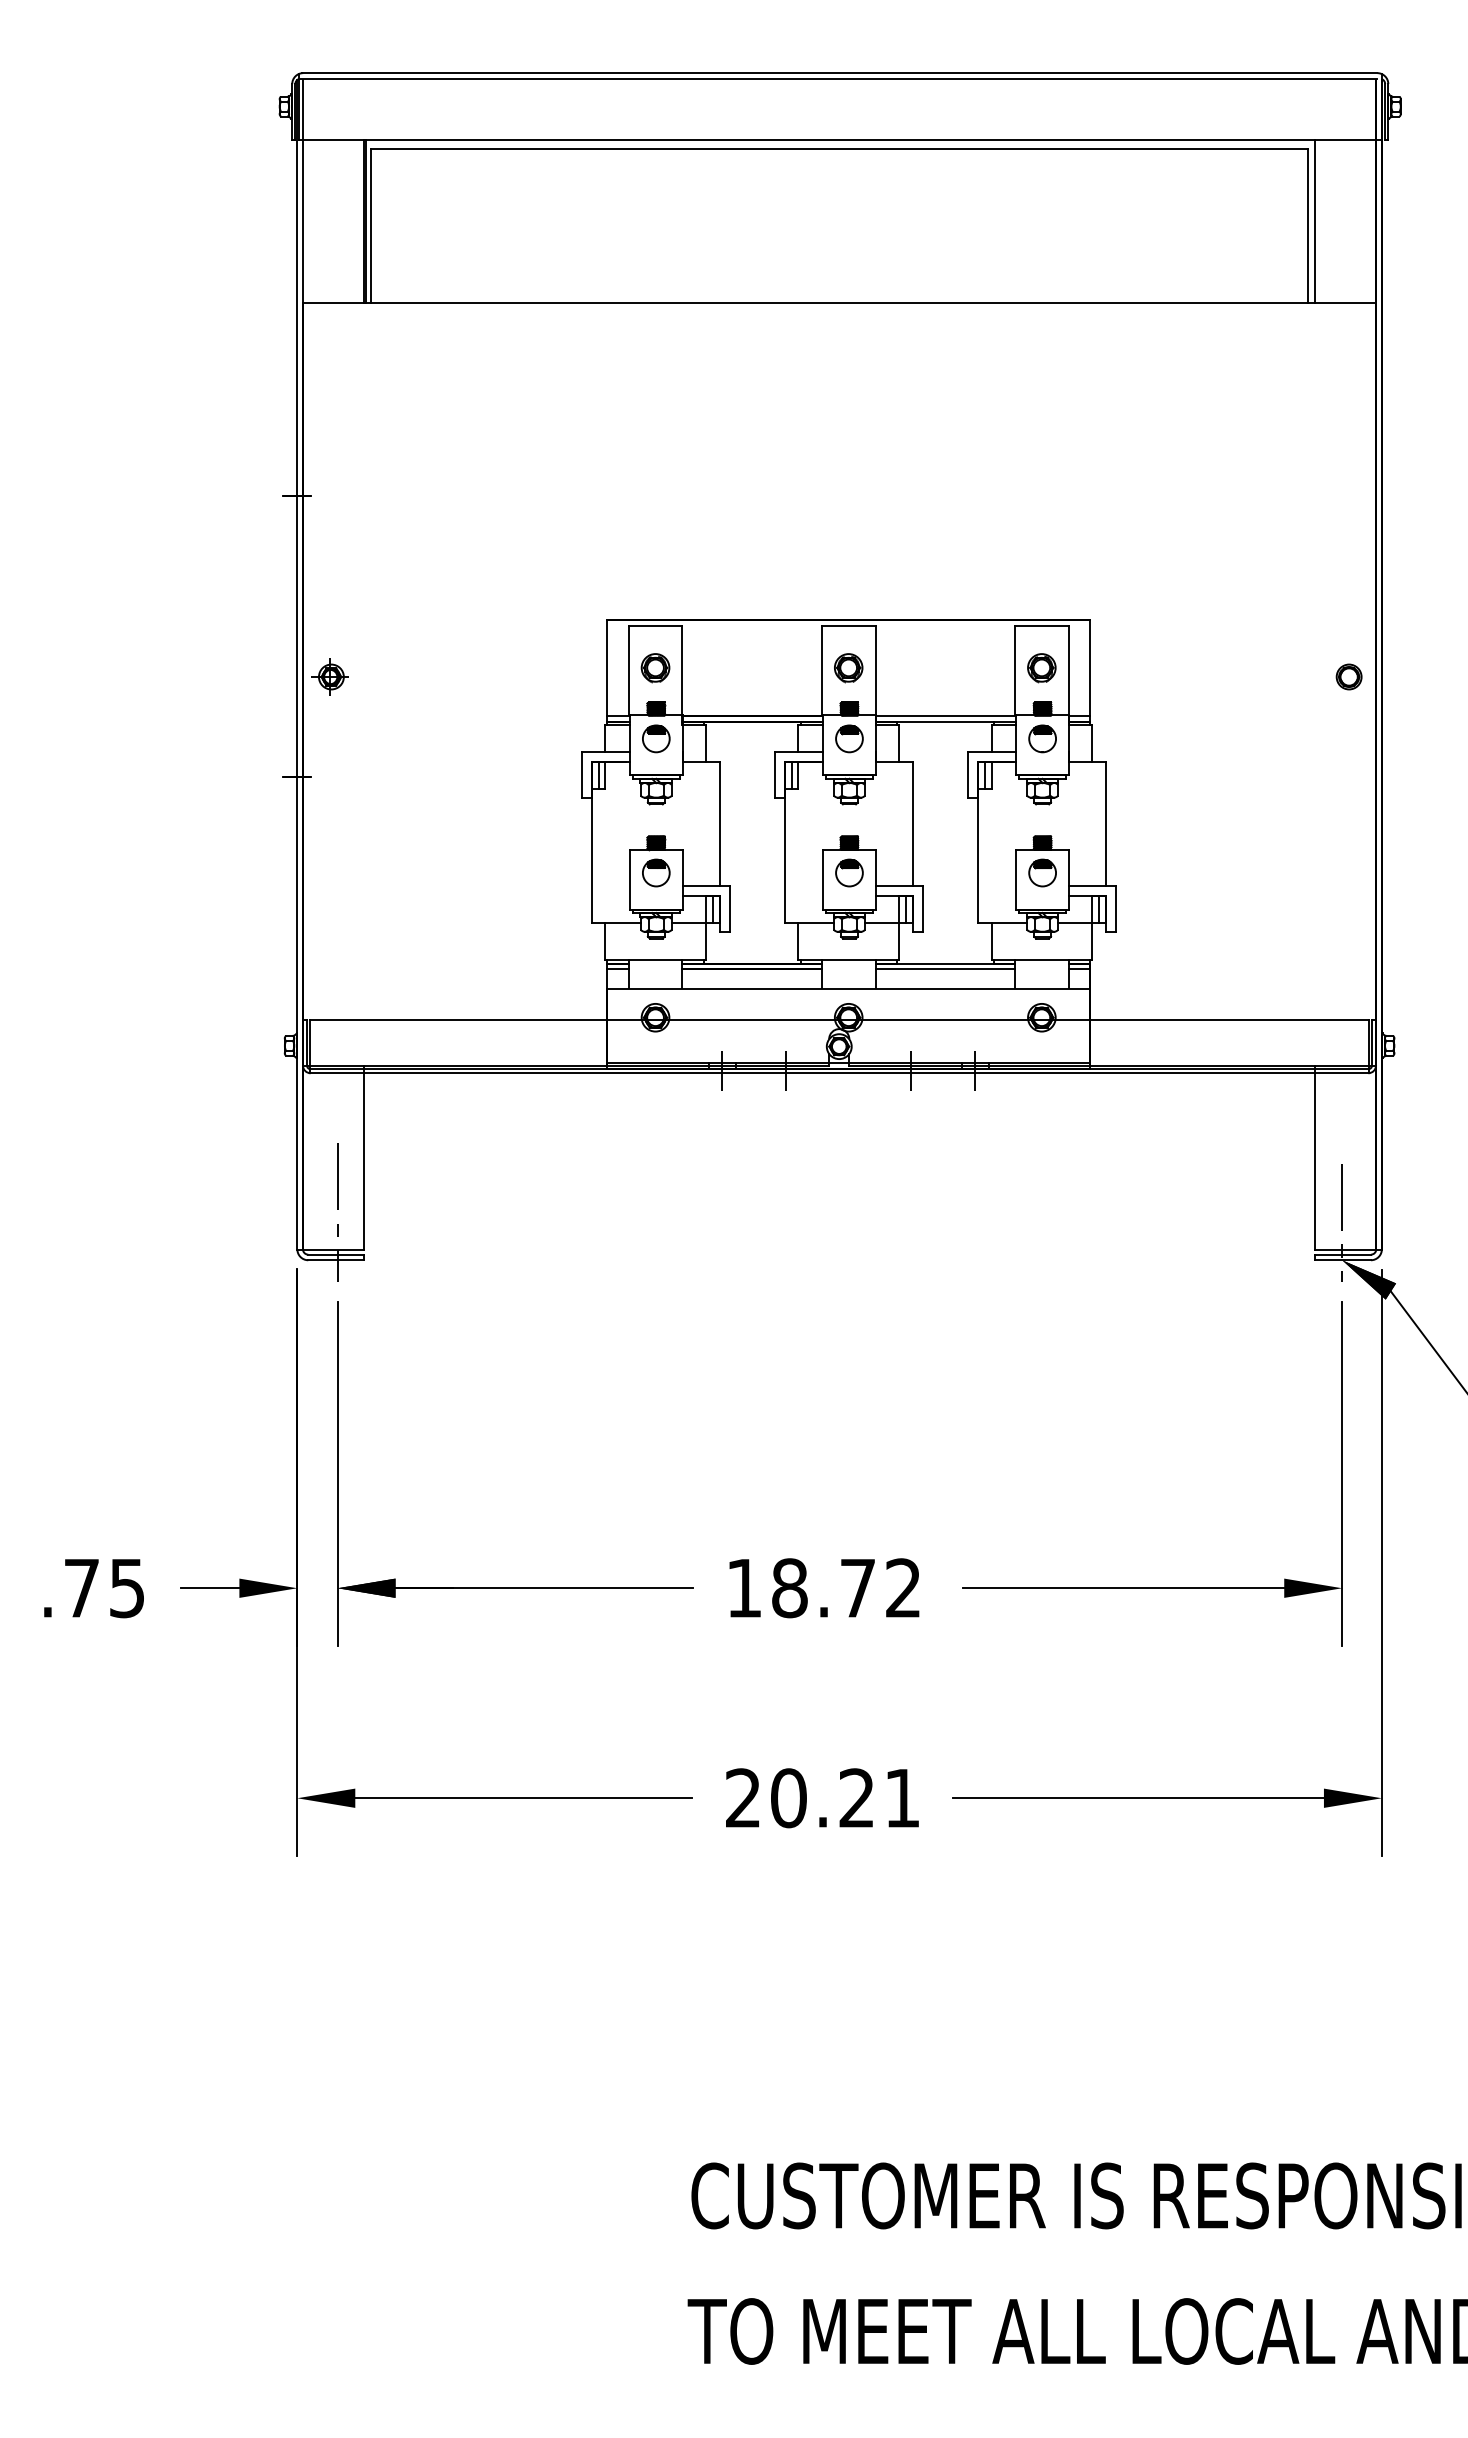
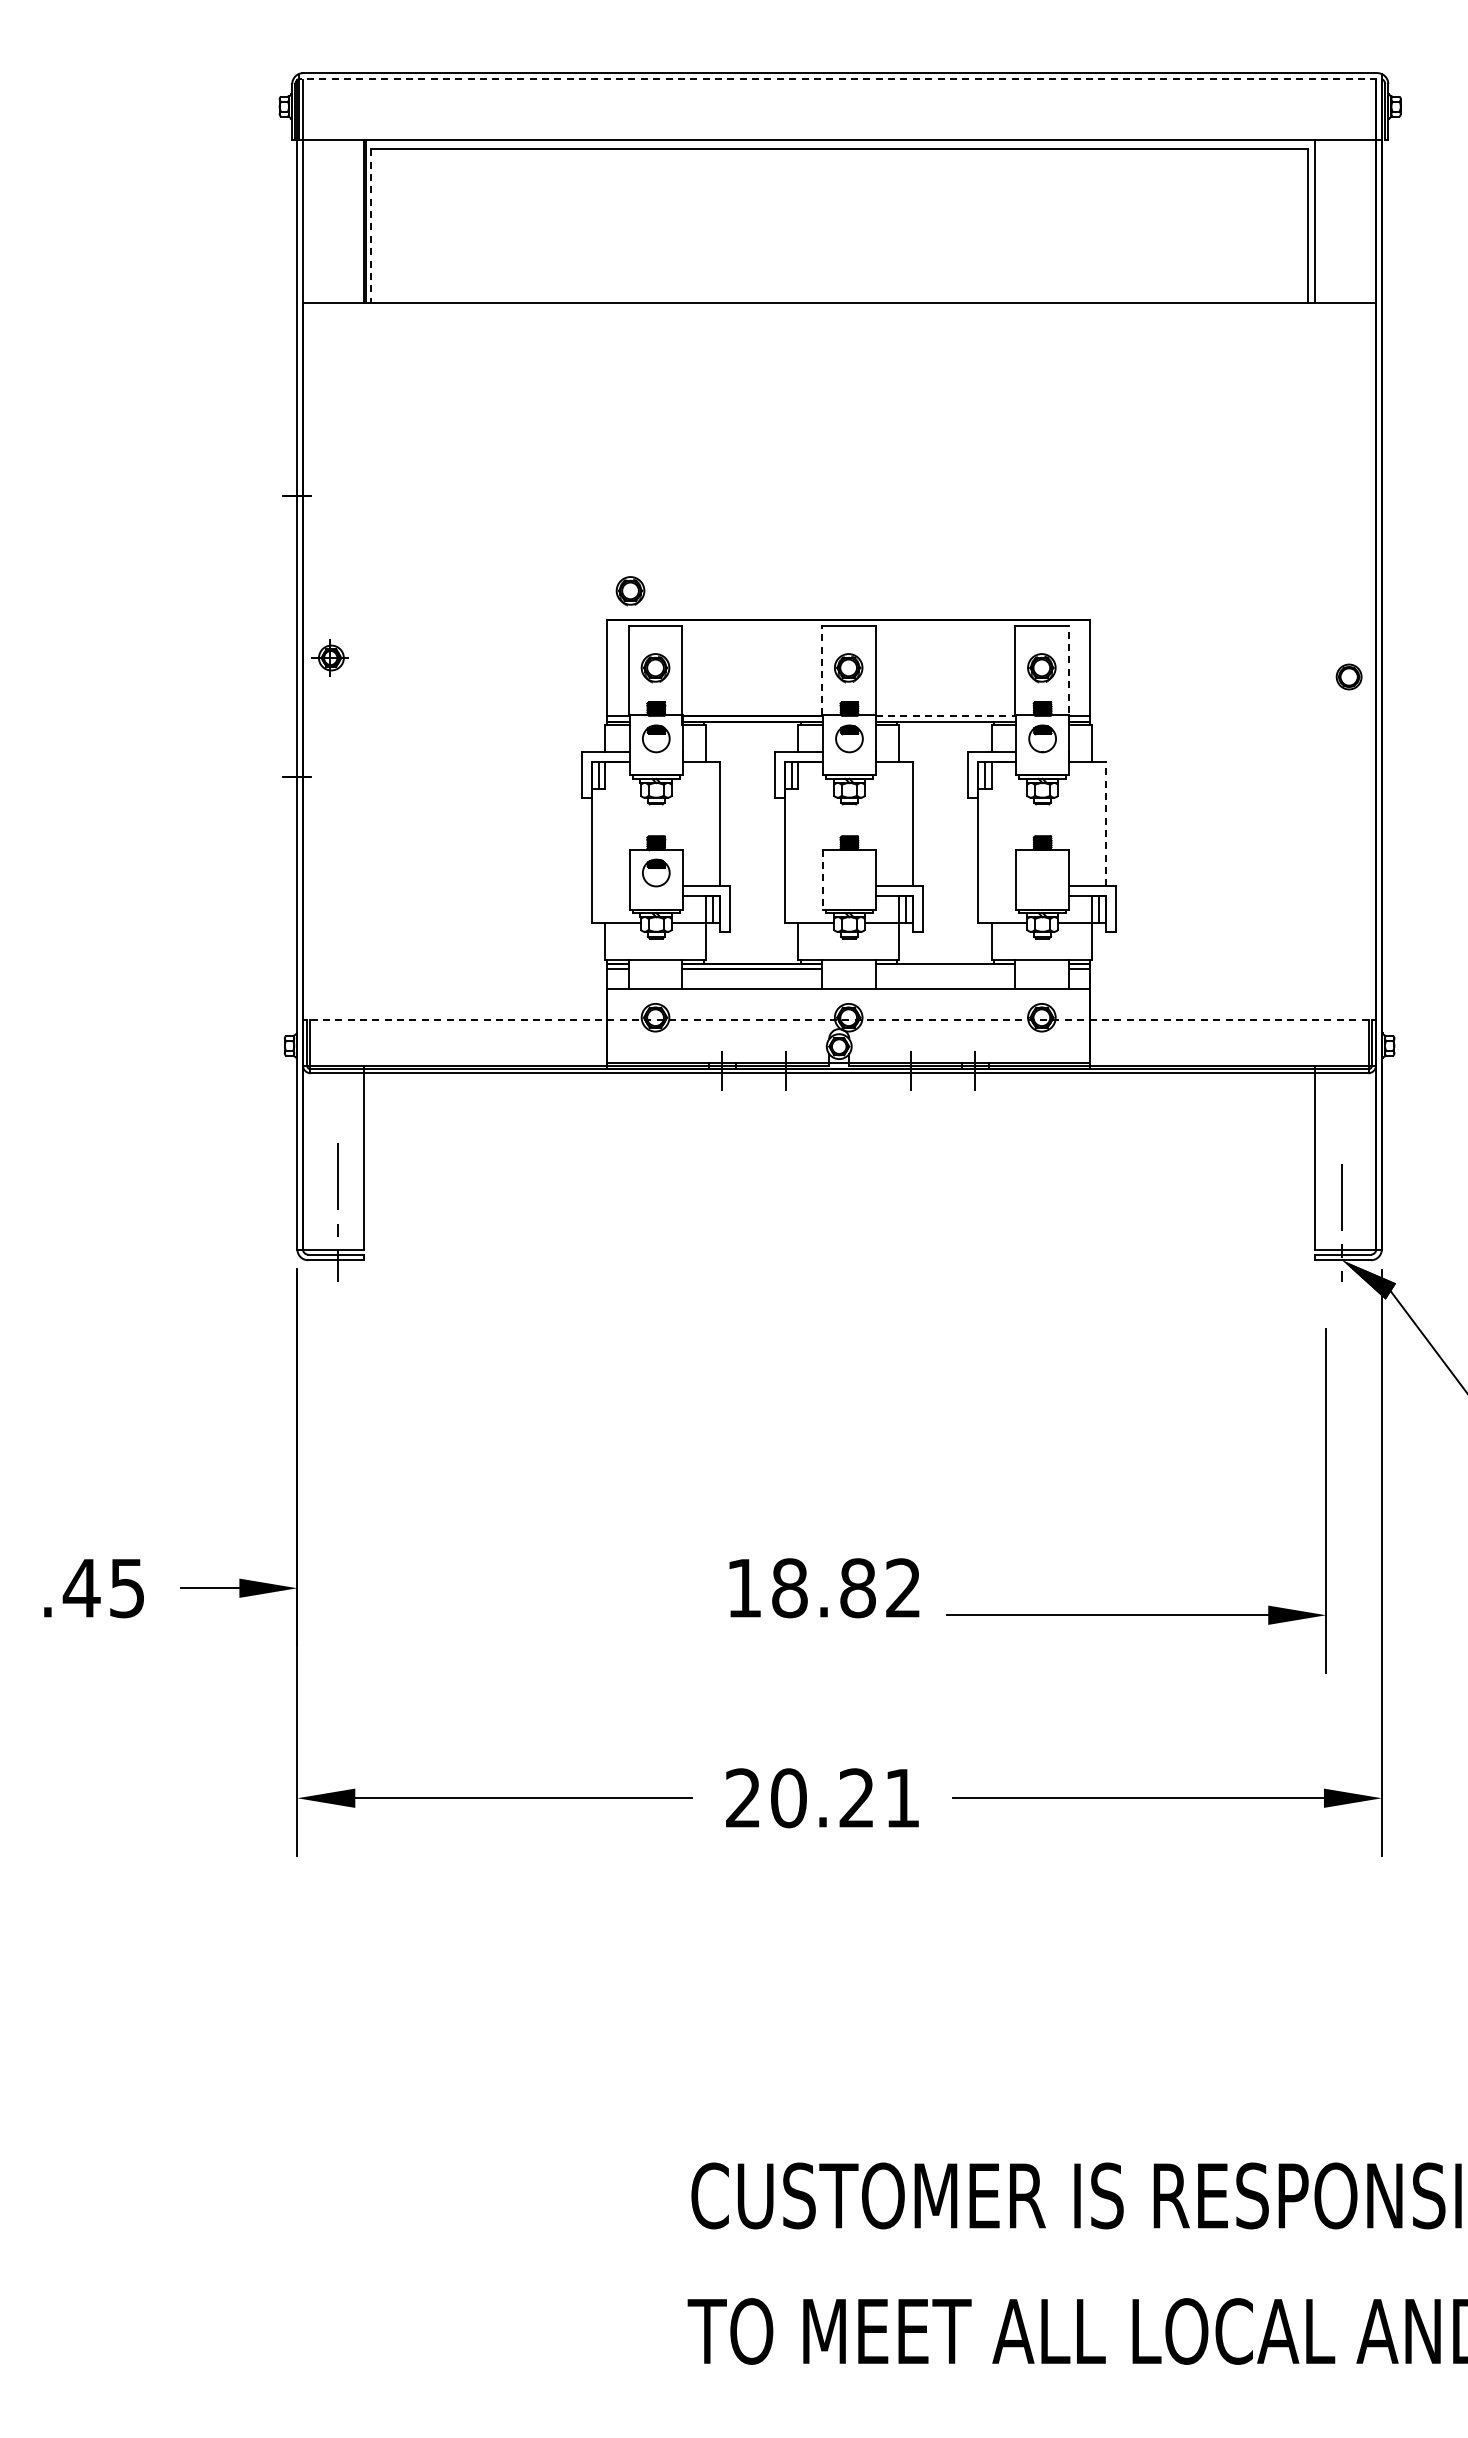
line at (837, 78): solid -> dashed
line at (371, 226): solid -> dashed
part at (630, 591): none -> present
line at (821, 670): solid -> dashed
line at (1068, 675): solid -> dashed
part at (329, 676) position: (329, 676) -> (329, 657)
line at (946, 716): solid -> dashed
line at (1105, 823): solid -> dashed
part at (849, 872): present -> none
part at (1042, 872): present -> none
line at (822, 880): solid -> dashed
line at (945, 969): present -> none
line at (838, 1019): solid -> dashed
part at (515, 1587): present -> none
part at (1152, 1587) position: (1152, 1587) -> (1136, 1614)
text at (81, 1588): .75 -> .45
text at (857, 1588): 18.72 -> 18.82
